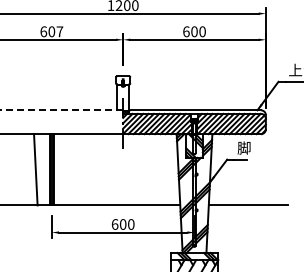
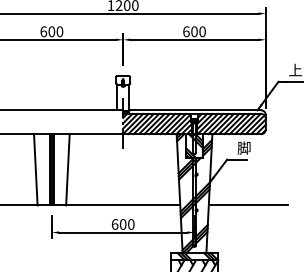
text at (59, 31): 607 -> 600
line at (61, 110): dashed -> solid
line at (67, 169): none -> present
